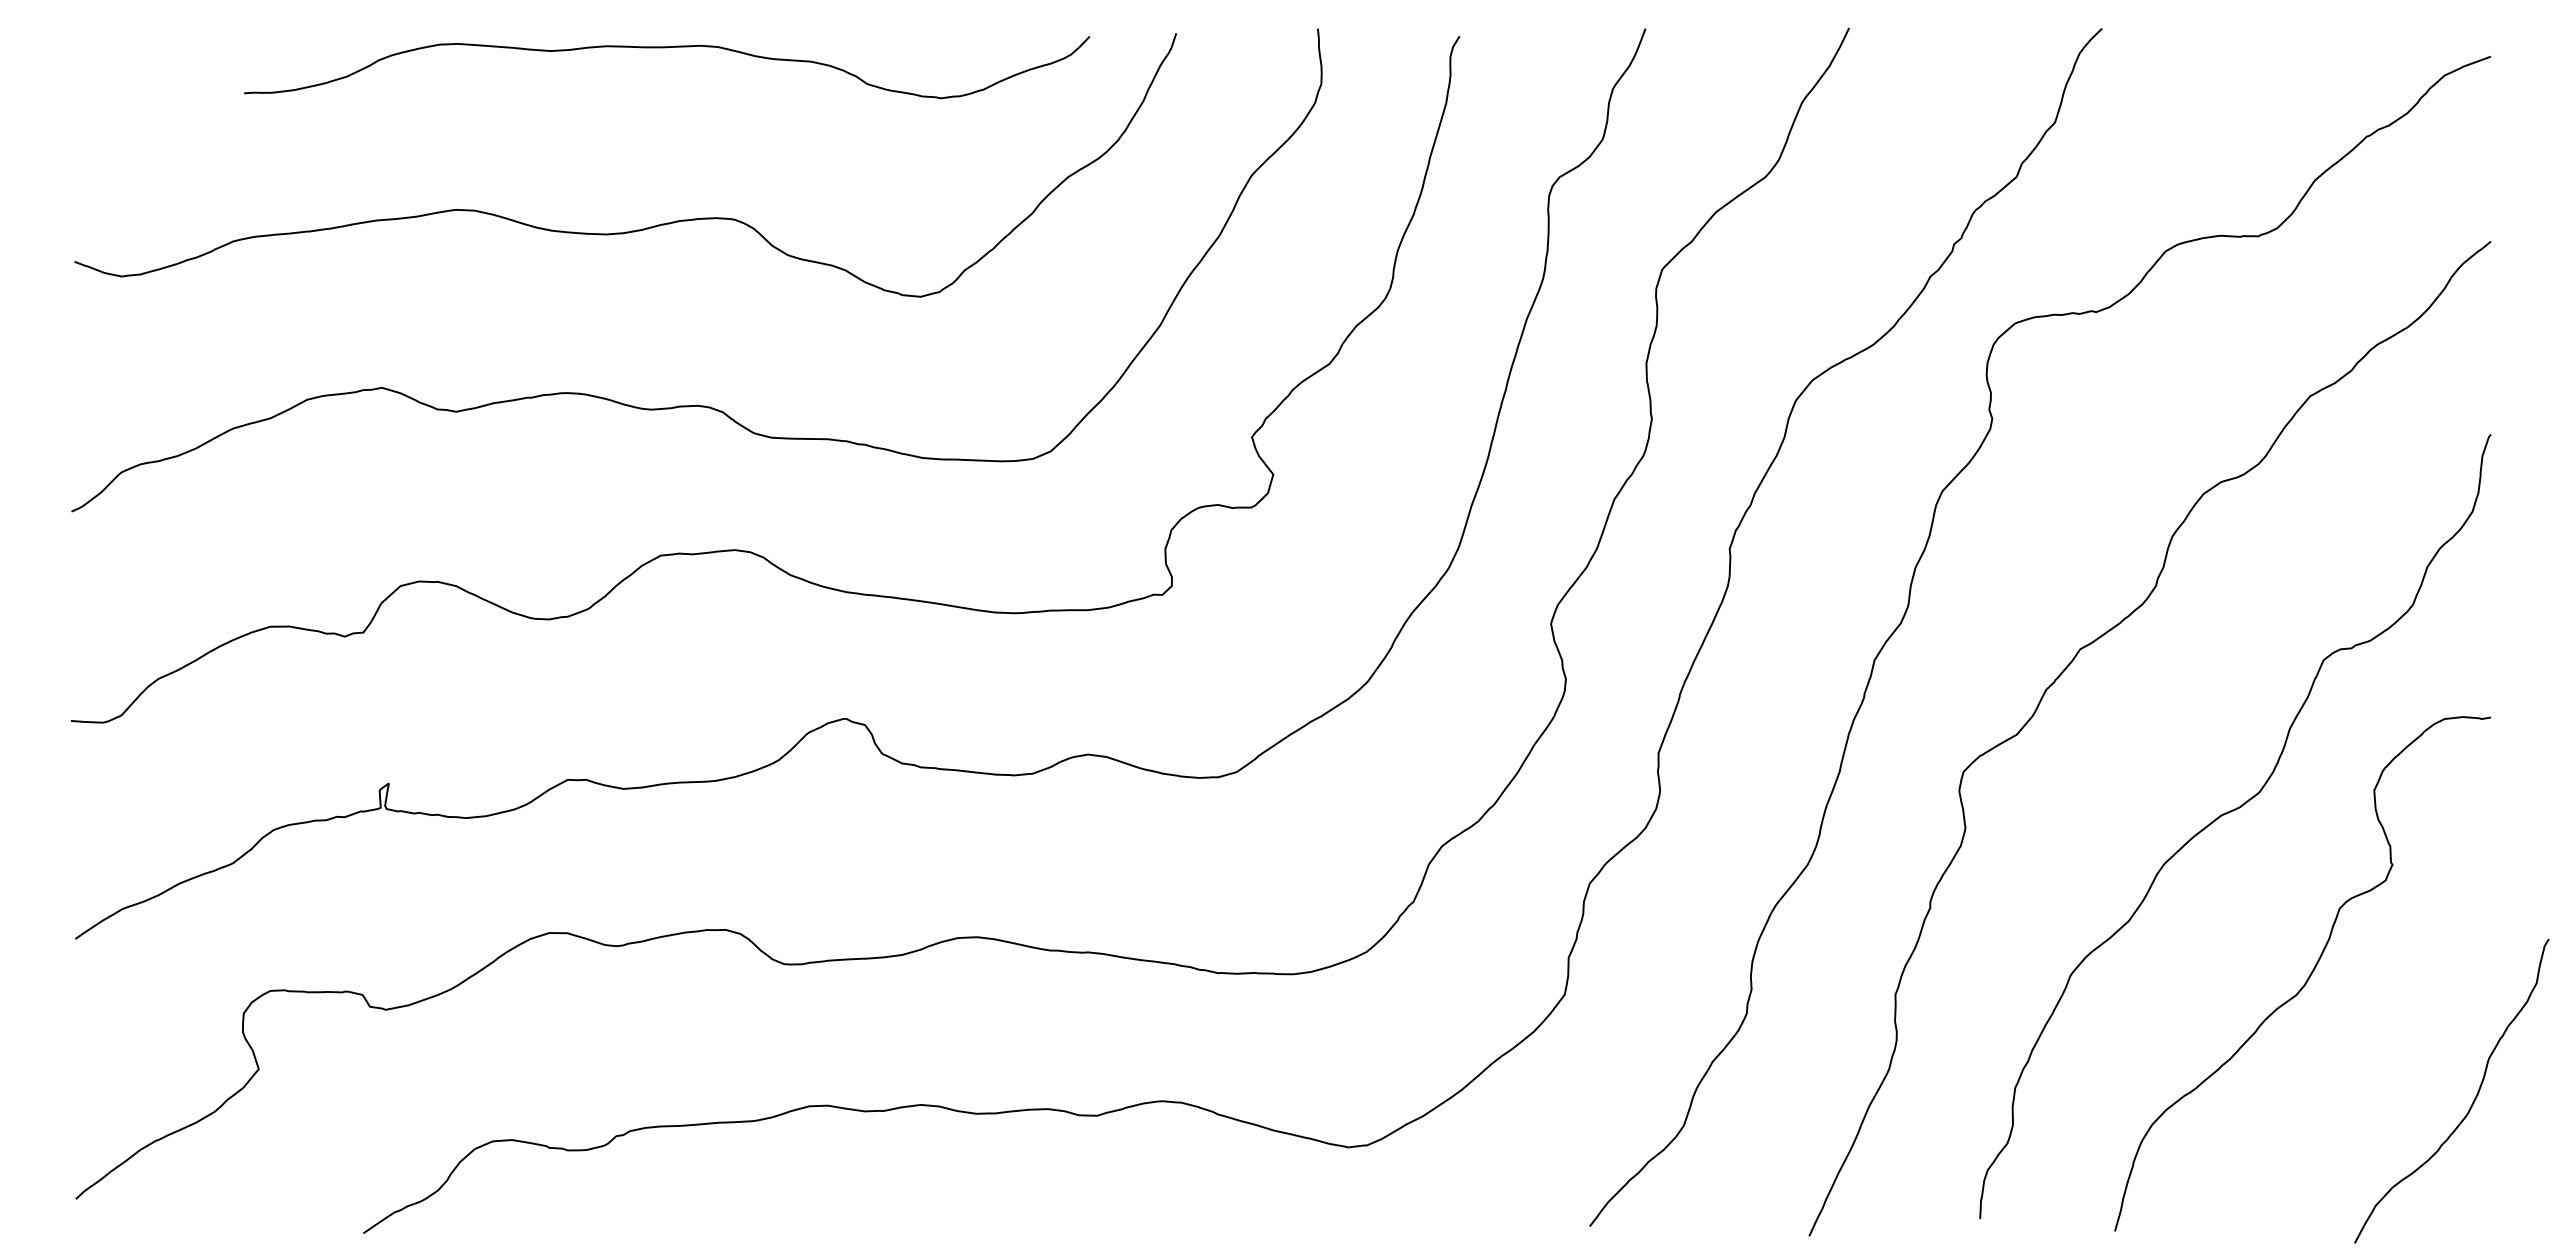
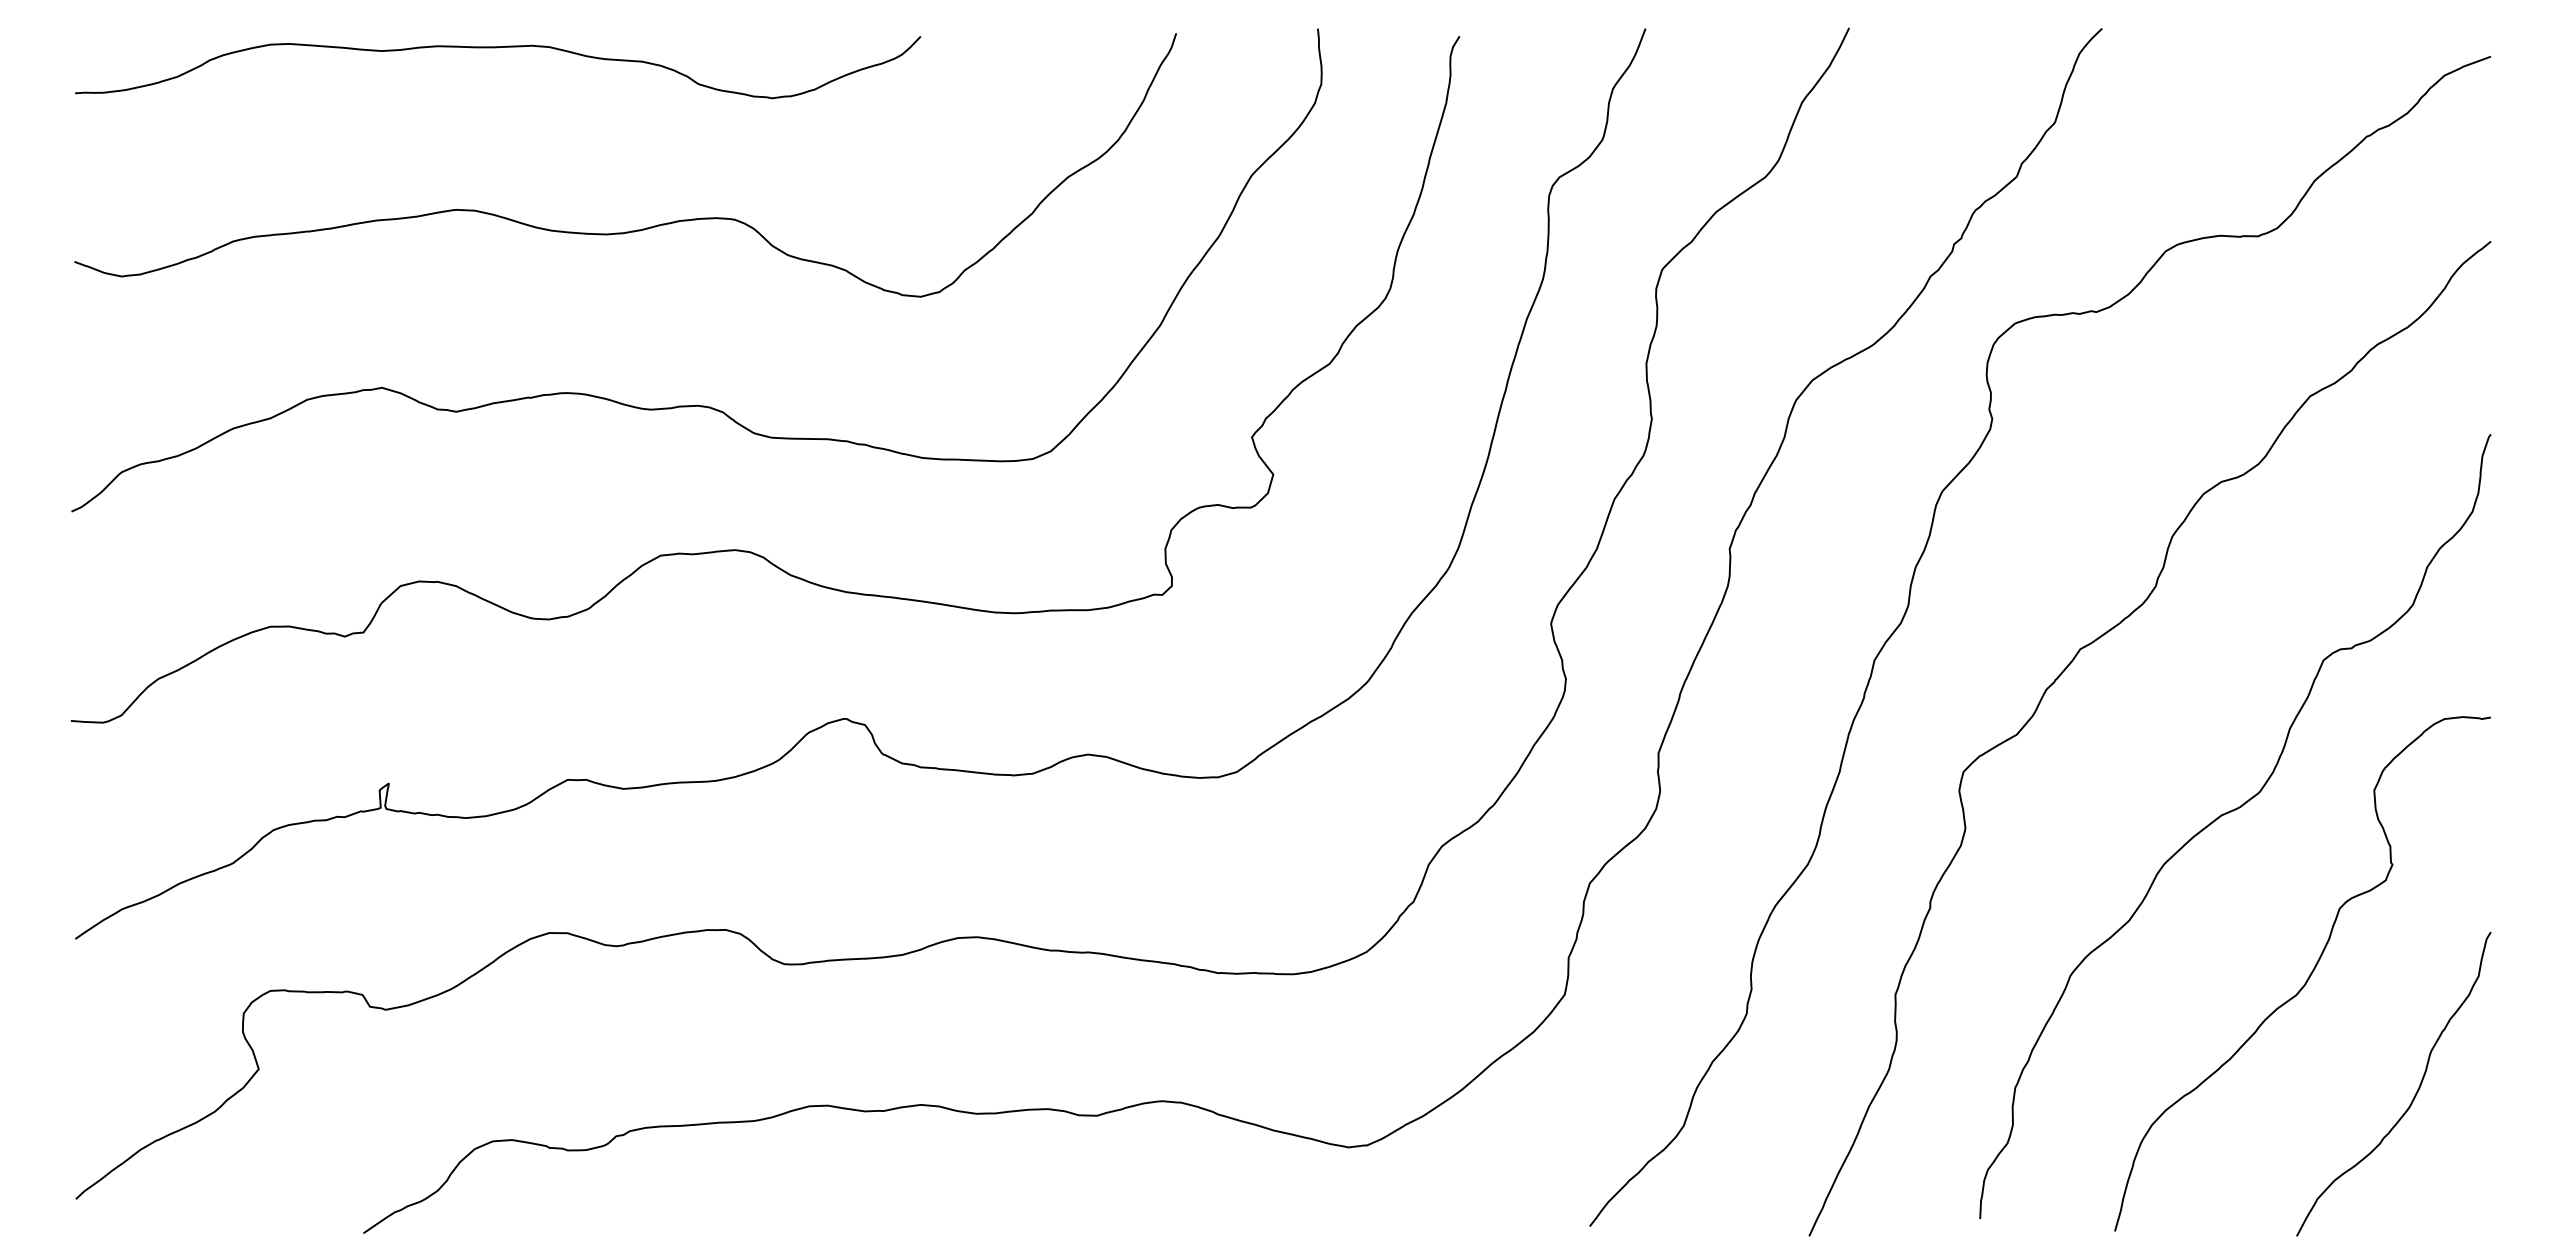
curve at (666, 48) position: (666, 48) -> (497, 48)
curve at (2473, 1100) position: (2473, 1100) -> (2415, 1093)
